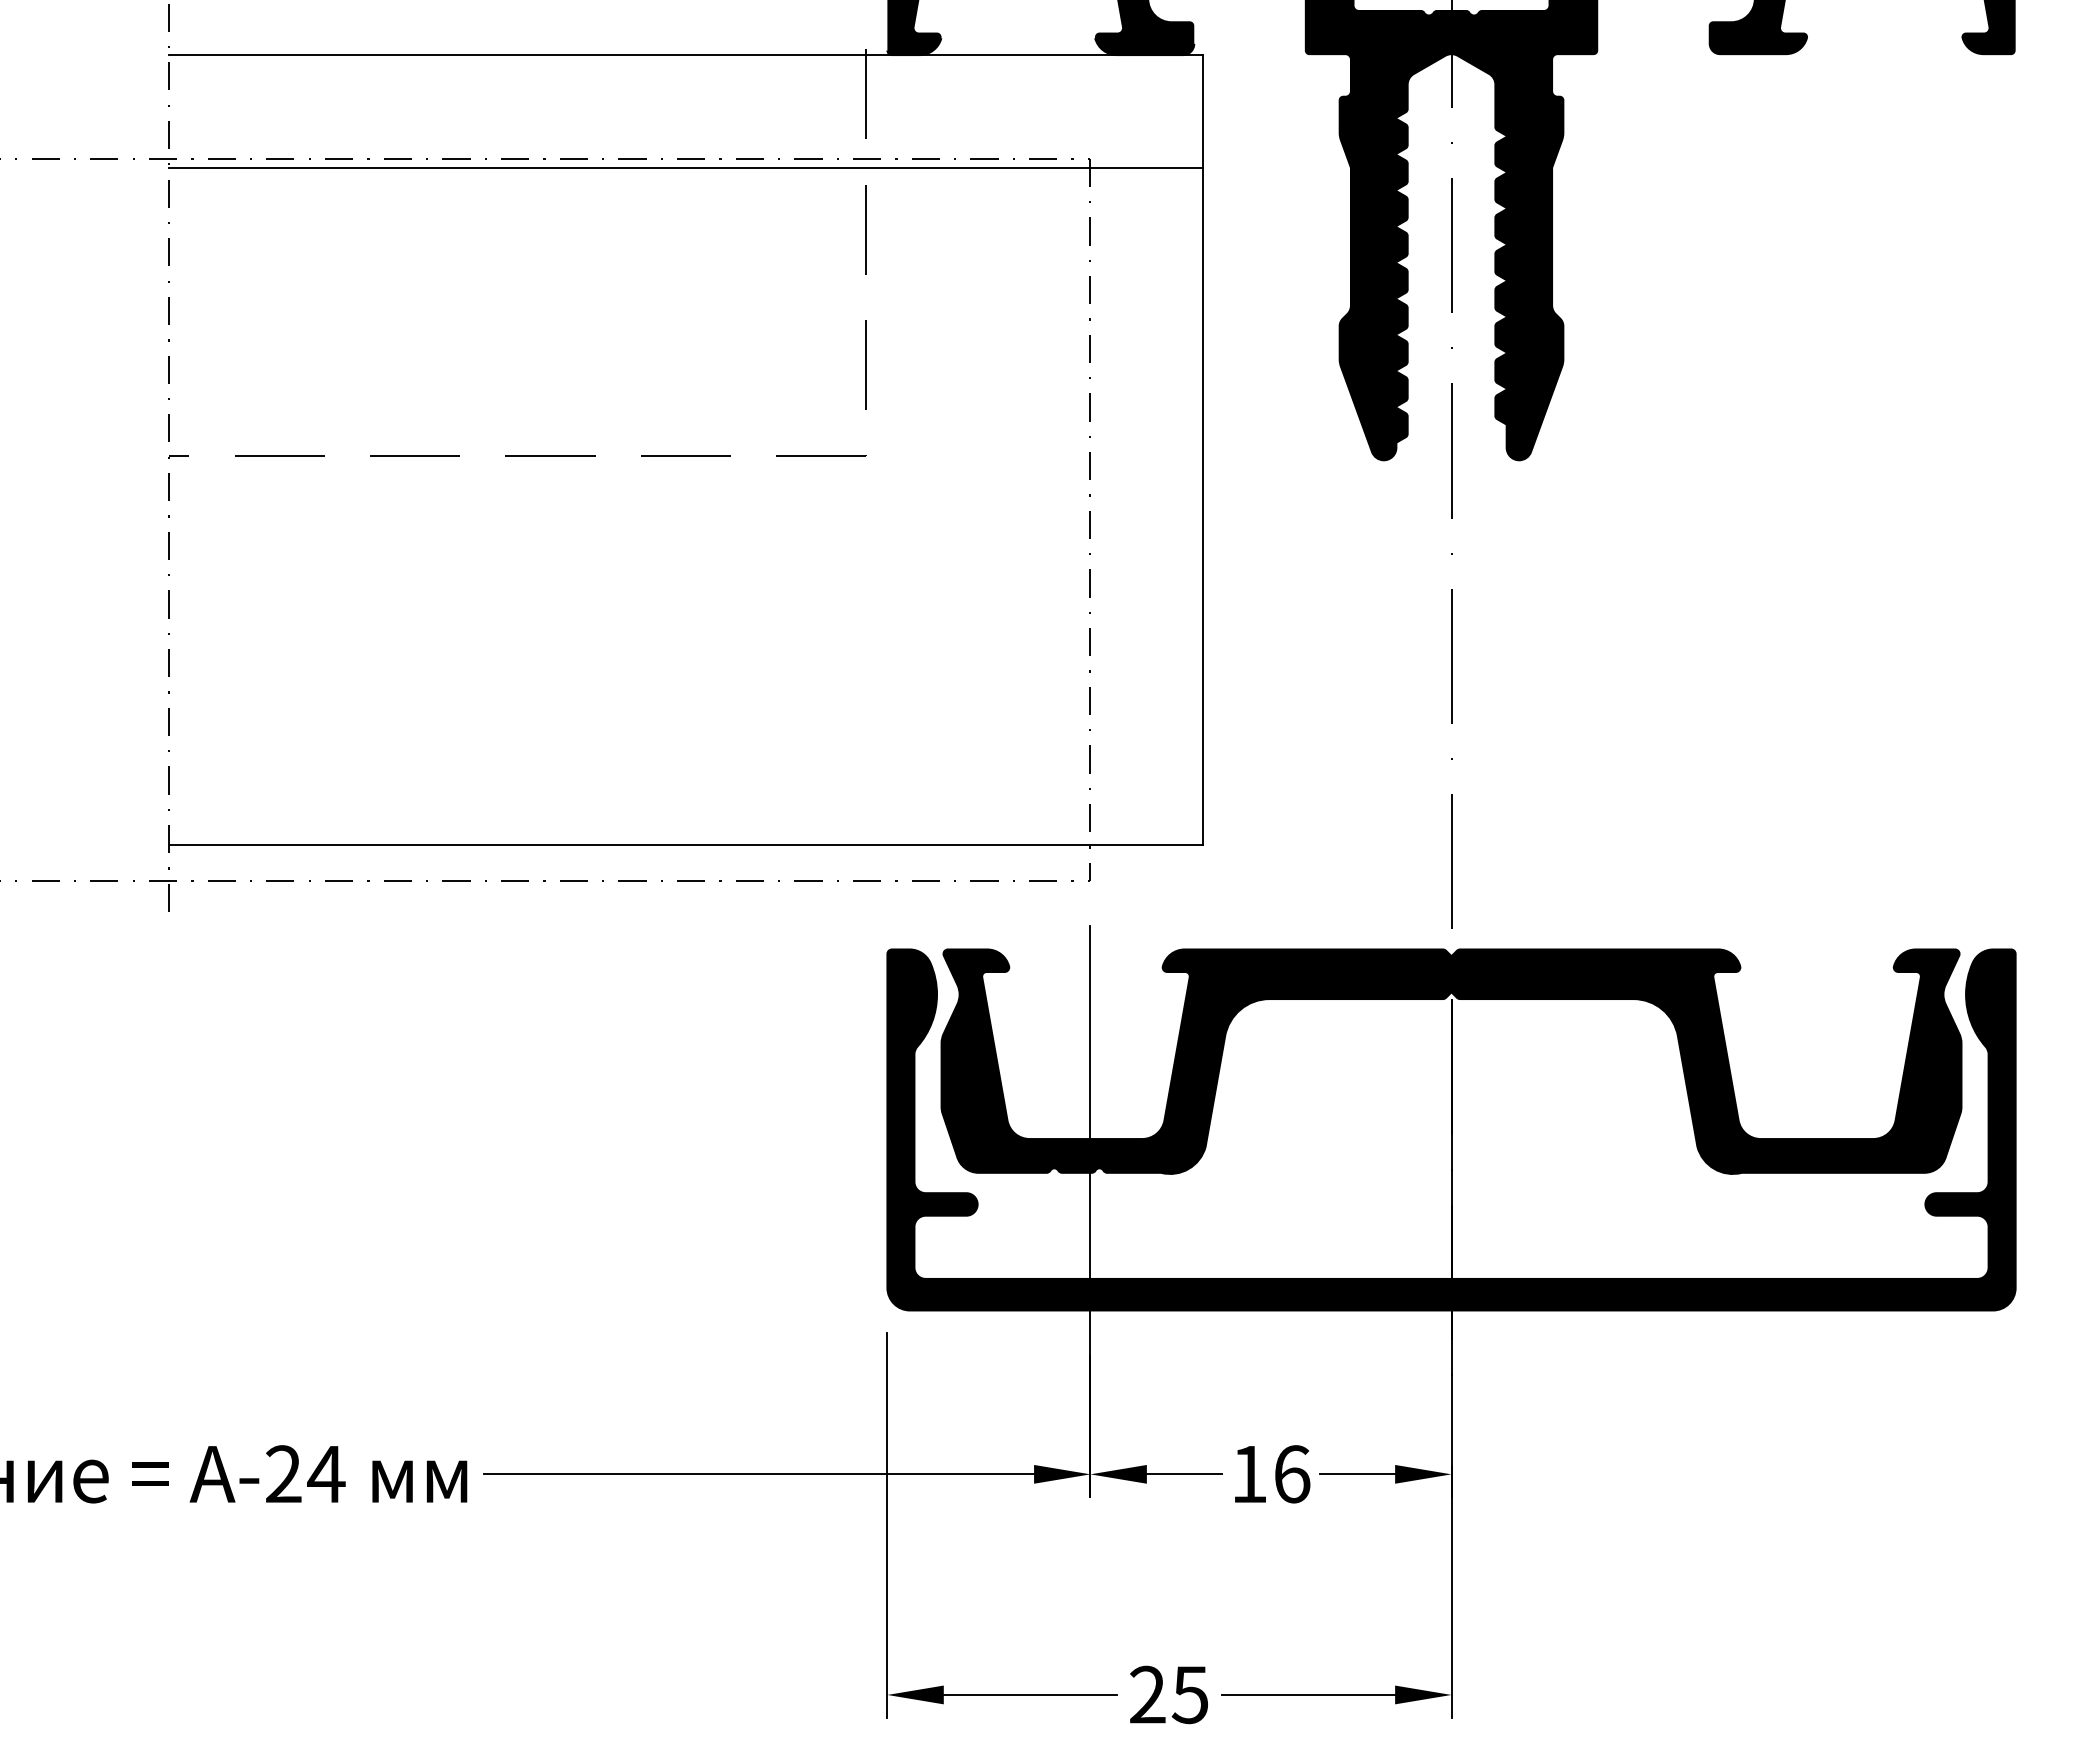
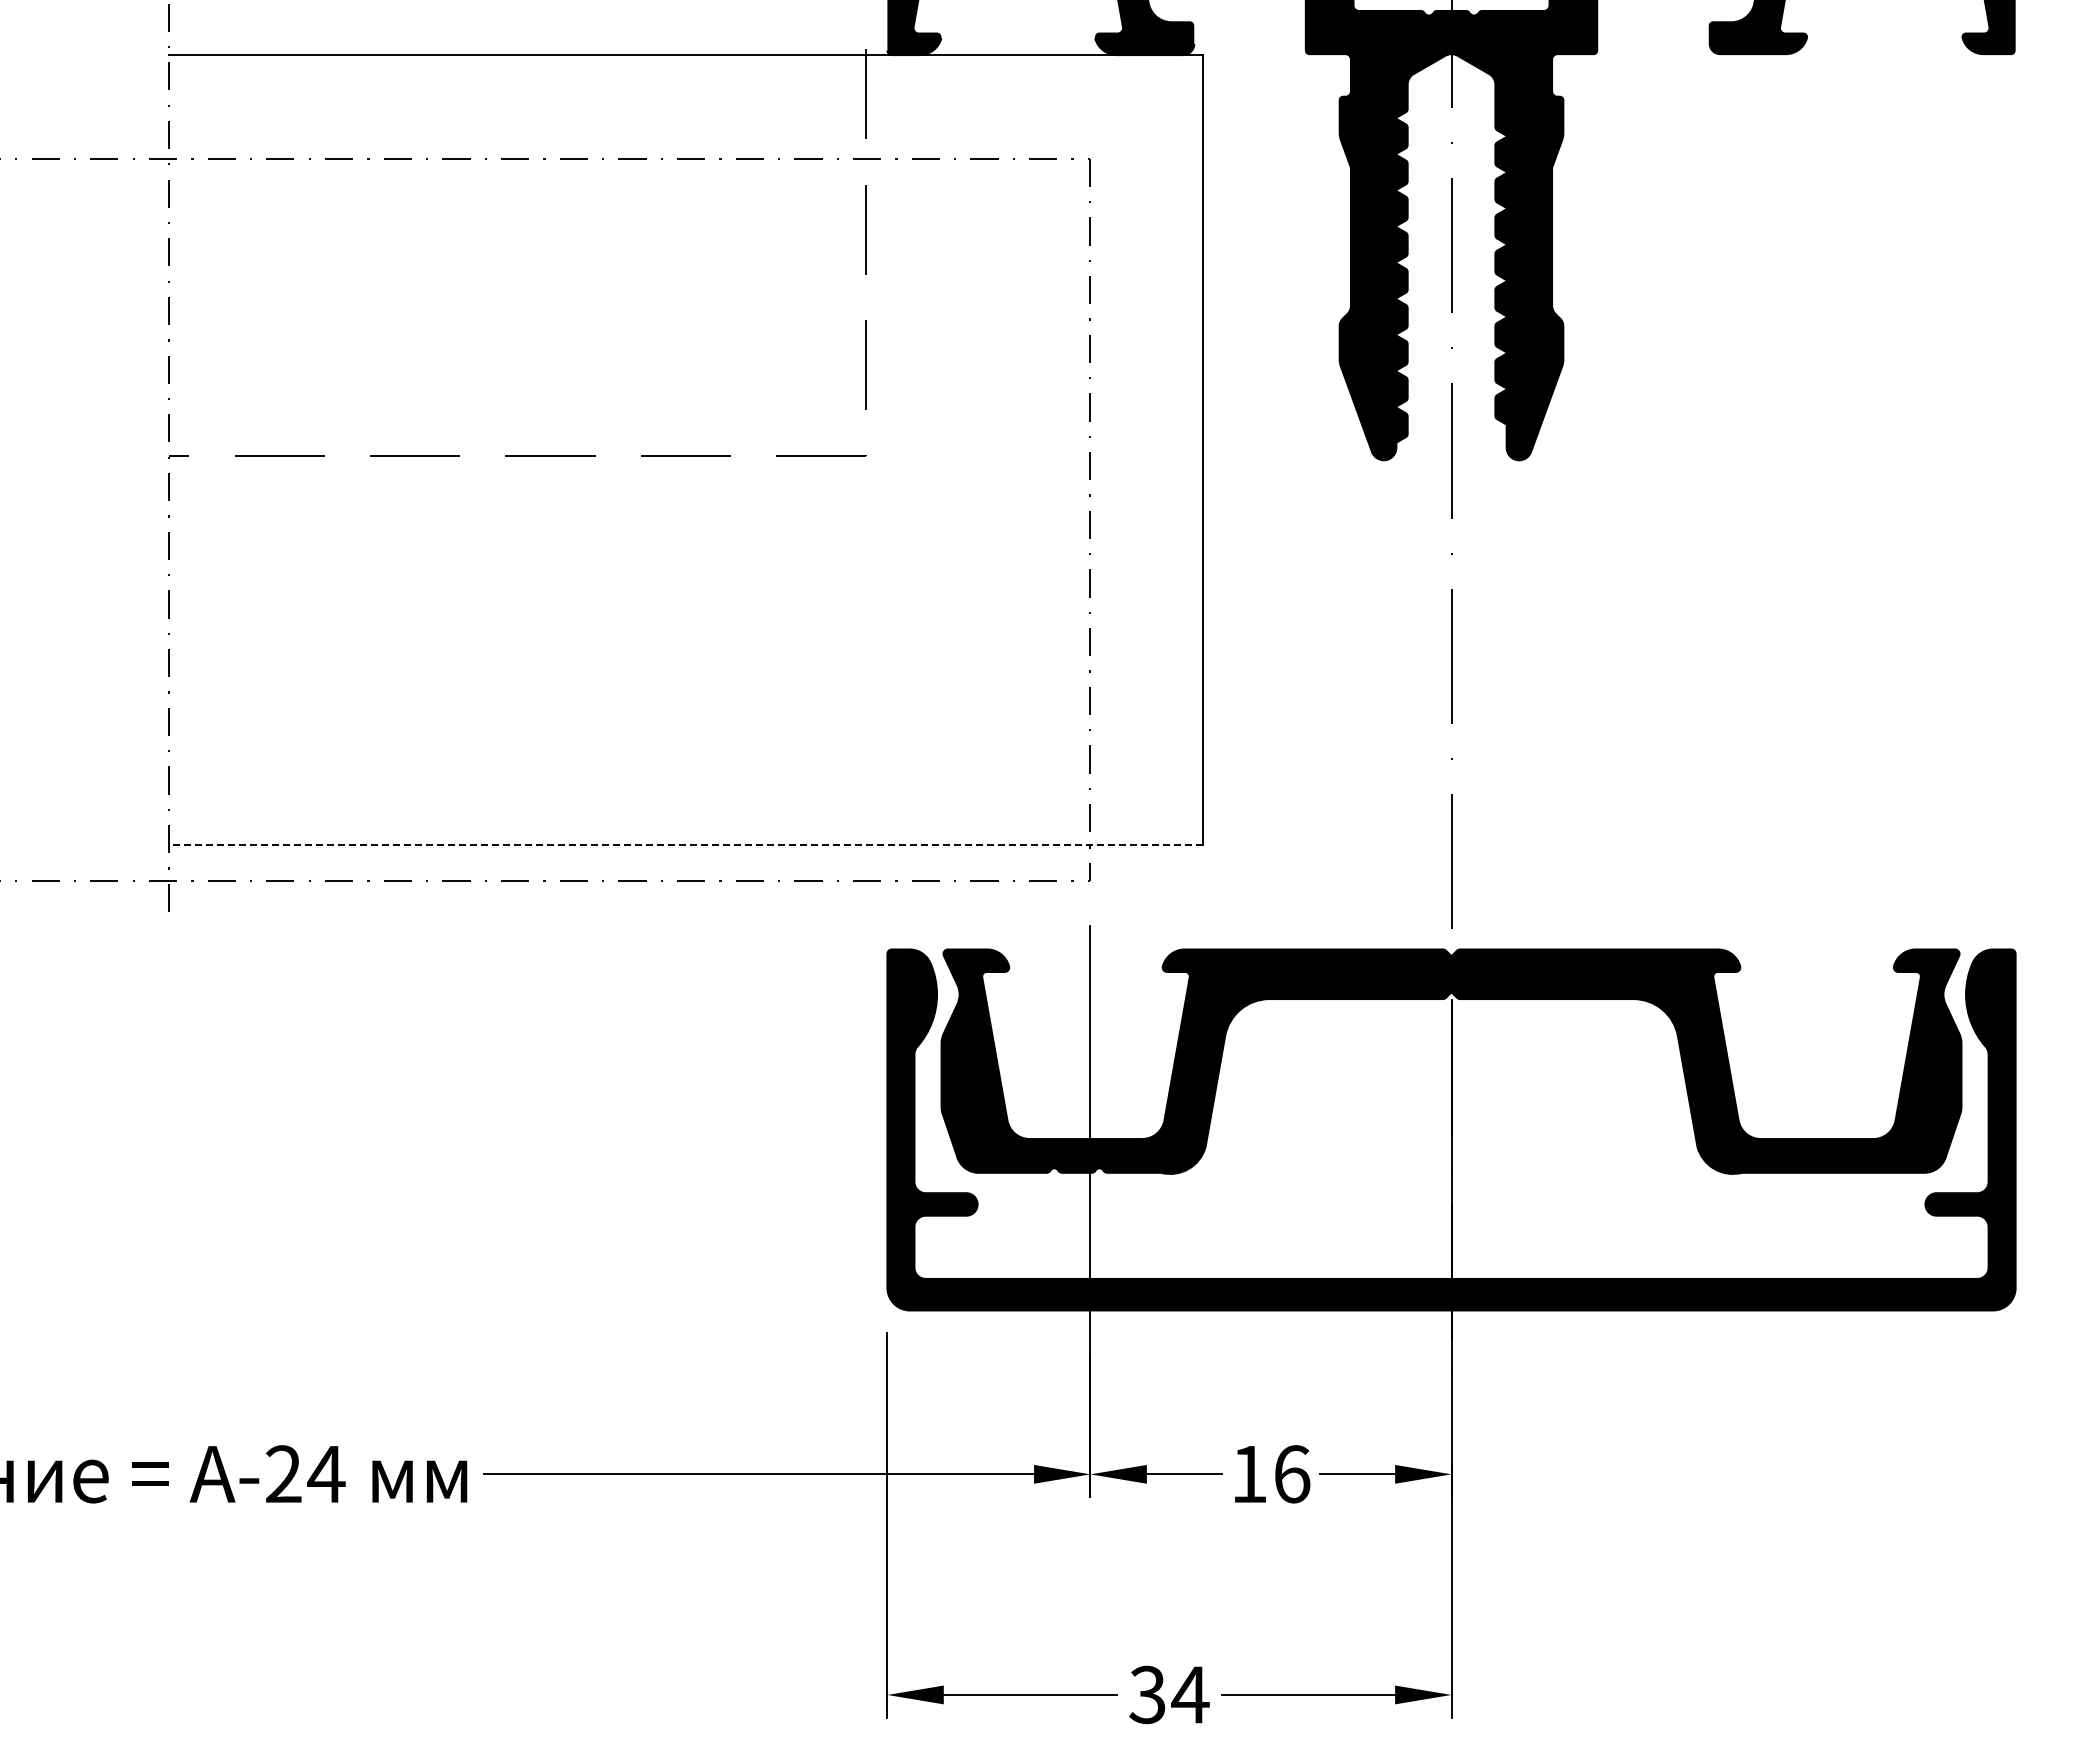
line at (686, 167): present -> none
line at (686, 844): solid -> dashed
text at (1169, 1695): 25 -> 34
